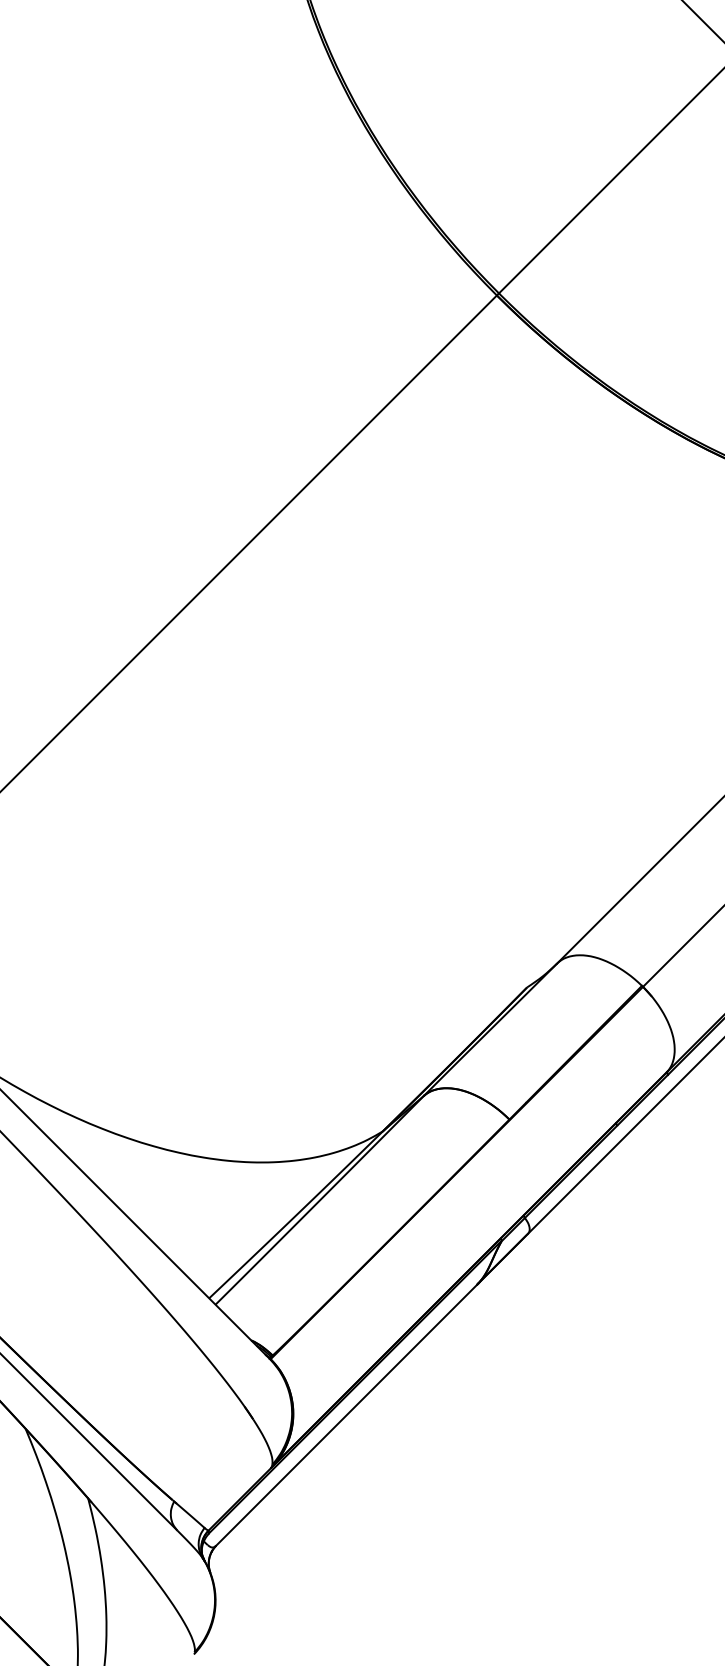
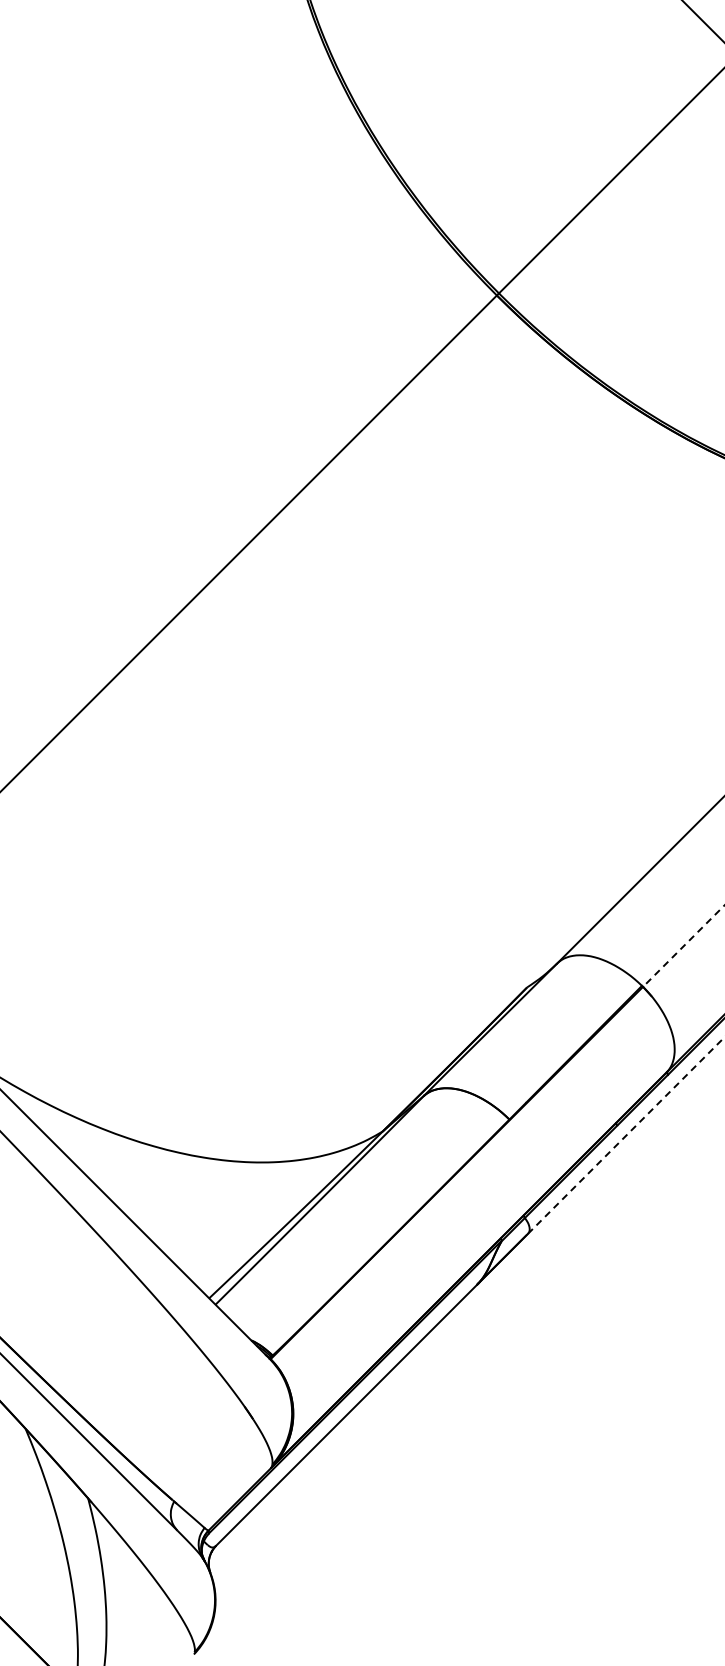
line at (684, 945): solid -> dashed
line at (626, 1135): solid -> dashed
